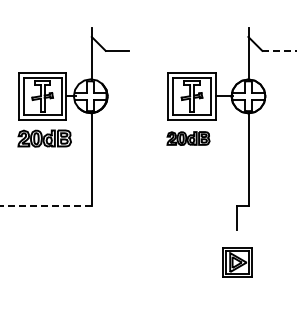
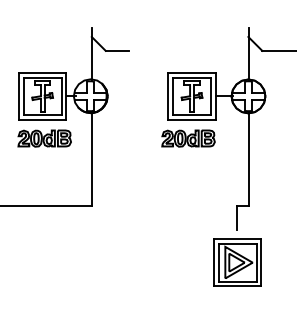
line at (279, 50): dashed -> solid
part at (188, 138) size: 45x15 px -> 55x19 px
line at (45, 206): dashed -> solid
part at (237, 262) size: 31x31 px -> 49x49 px
